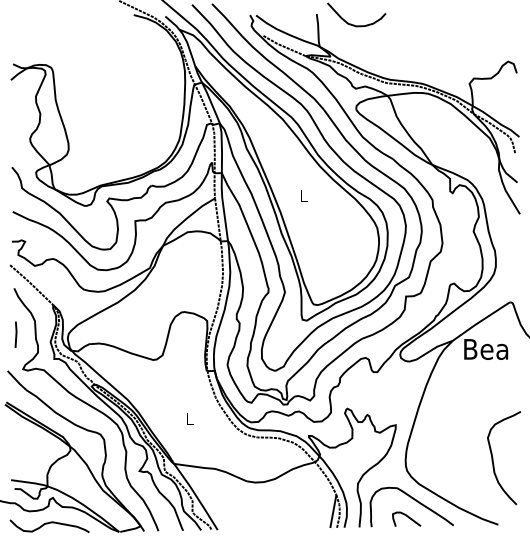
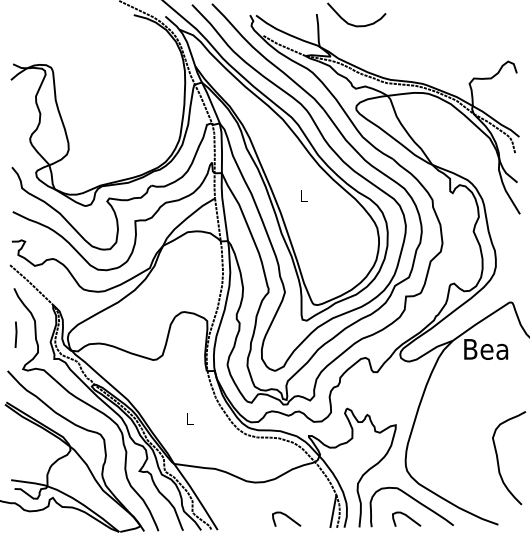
curve at (493, 458) position: (493, 458) -> (498, 458)
curve at (287, 517): none -> present
curve at (47, 524): present -> none
